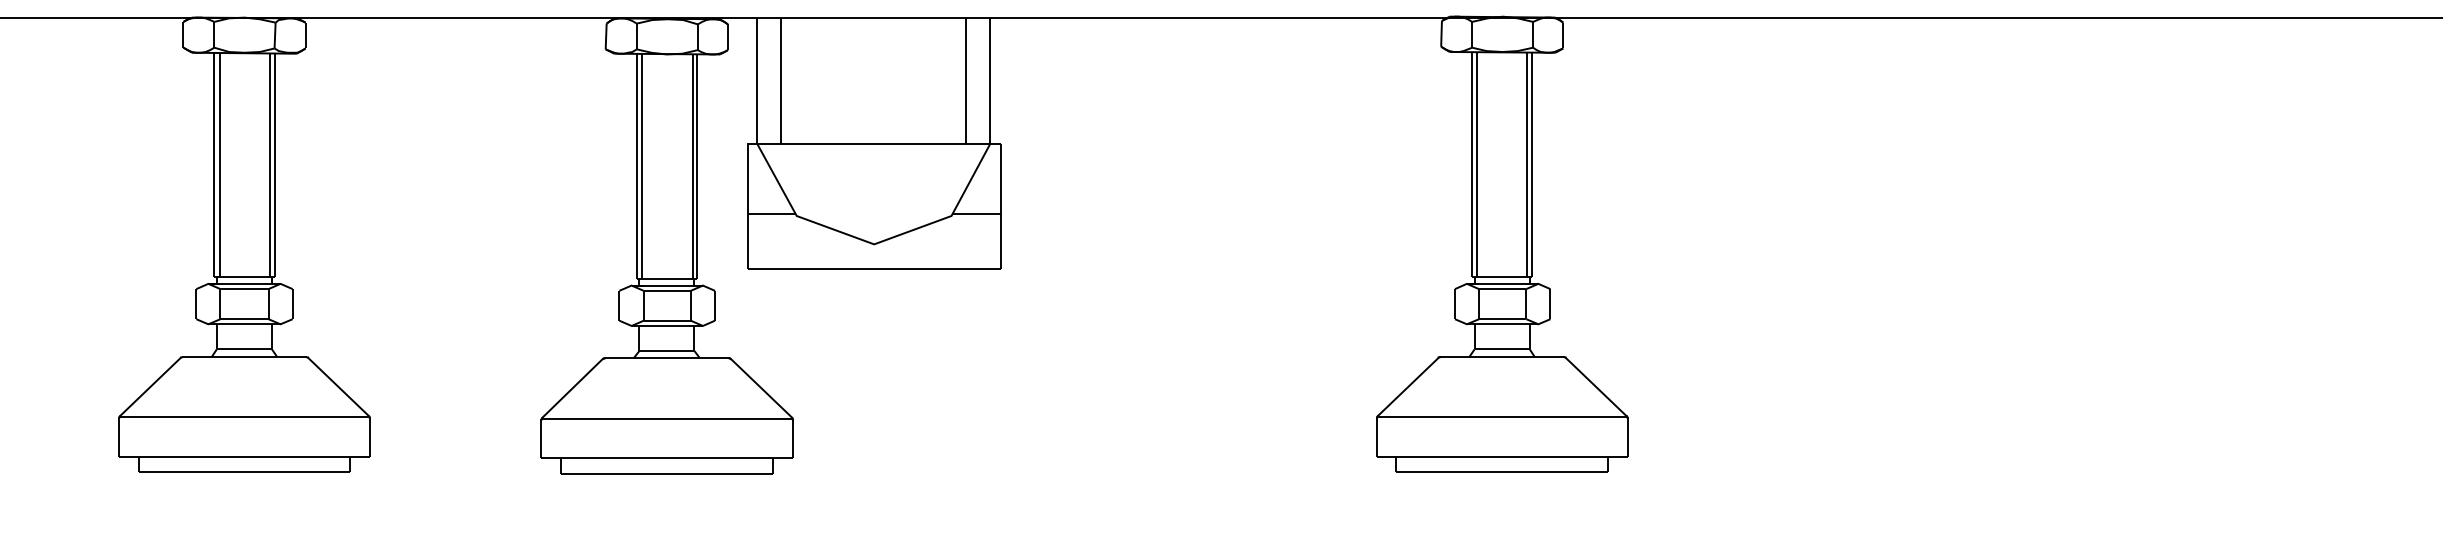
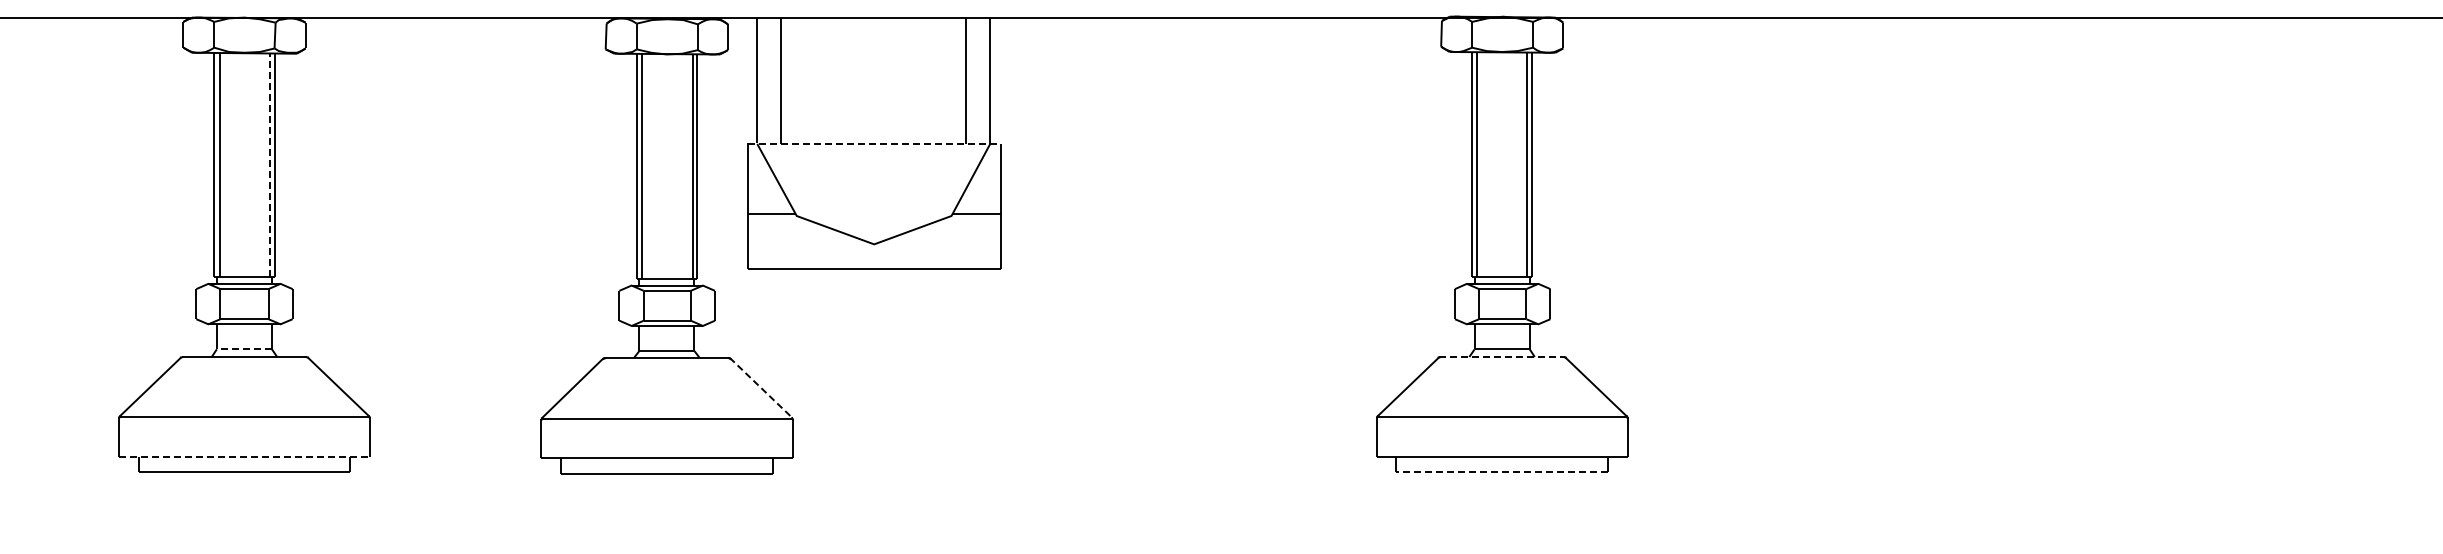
line at (874, 143): solid -> dashed
line at (269, 164): solid -> dashed
line at (244, 349): solid -> dashed
line at (1502, 357): solid -> dashed
line at (761, 388): solid -> dashed
line at (244, 457): solid -> dashed
line at (1502, 472): solid -> dashed
